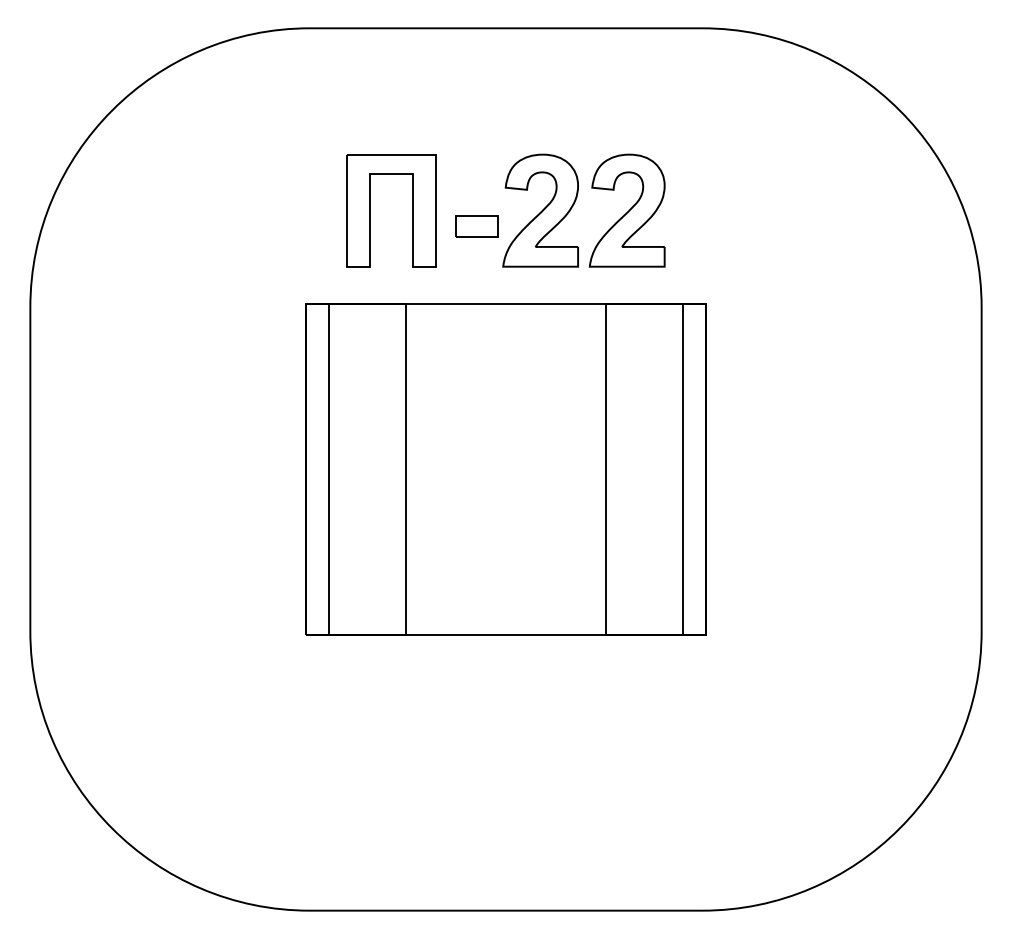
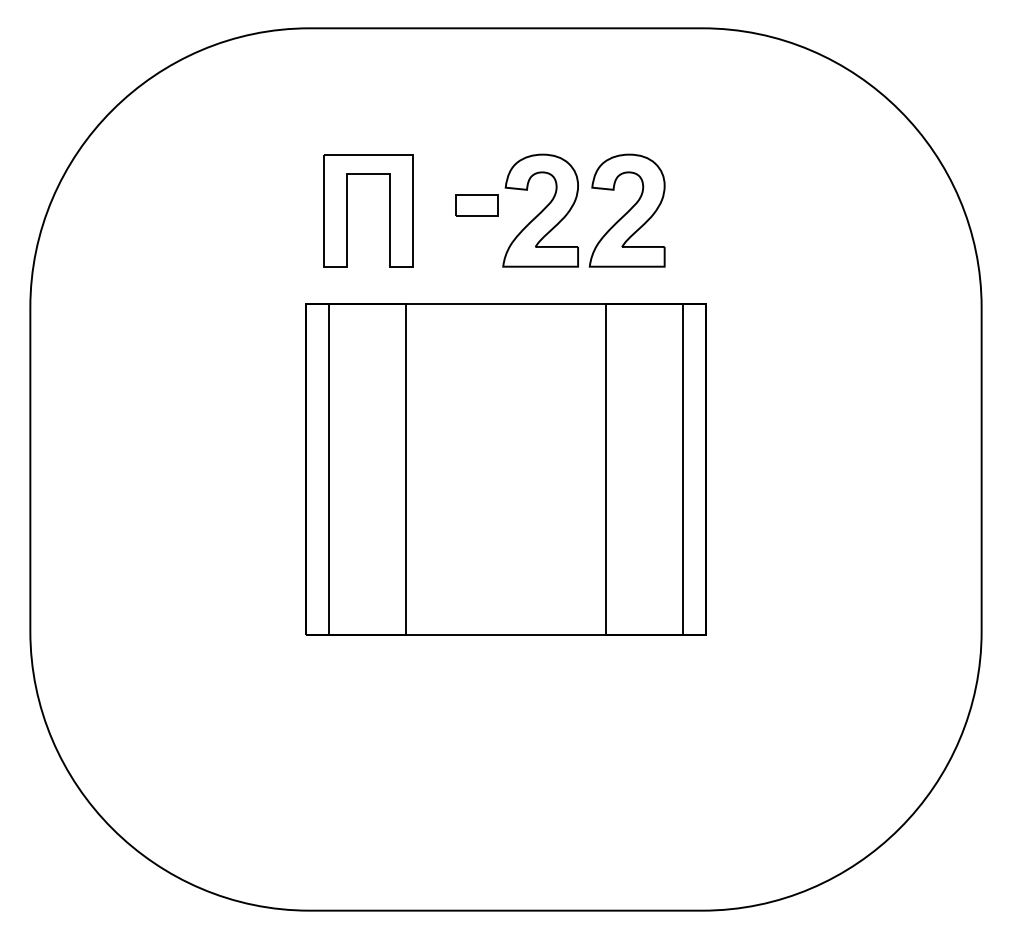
part at (370, 210) position: (370, 210) -> (347, 210)
part at (476, 226) position: (476, 226) -> (476, 205)
